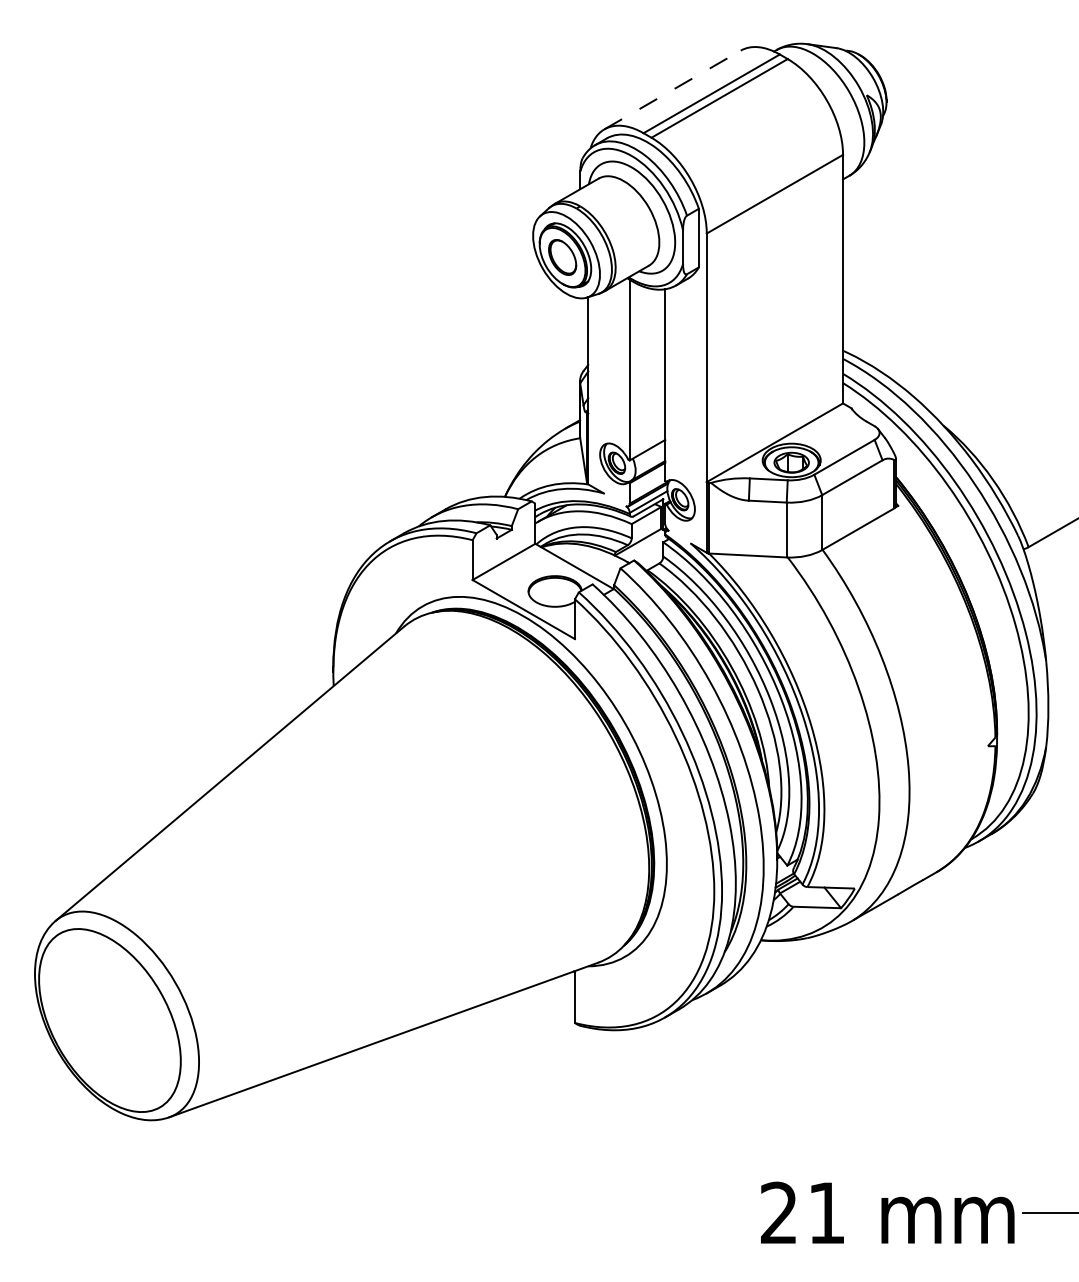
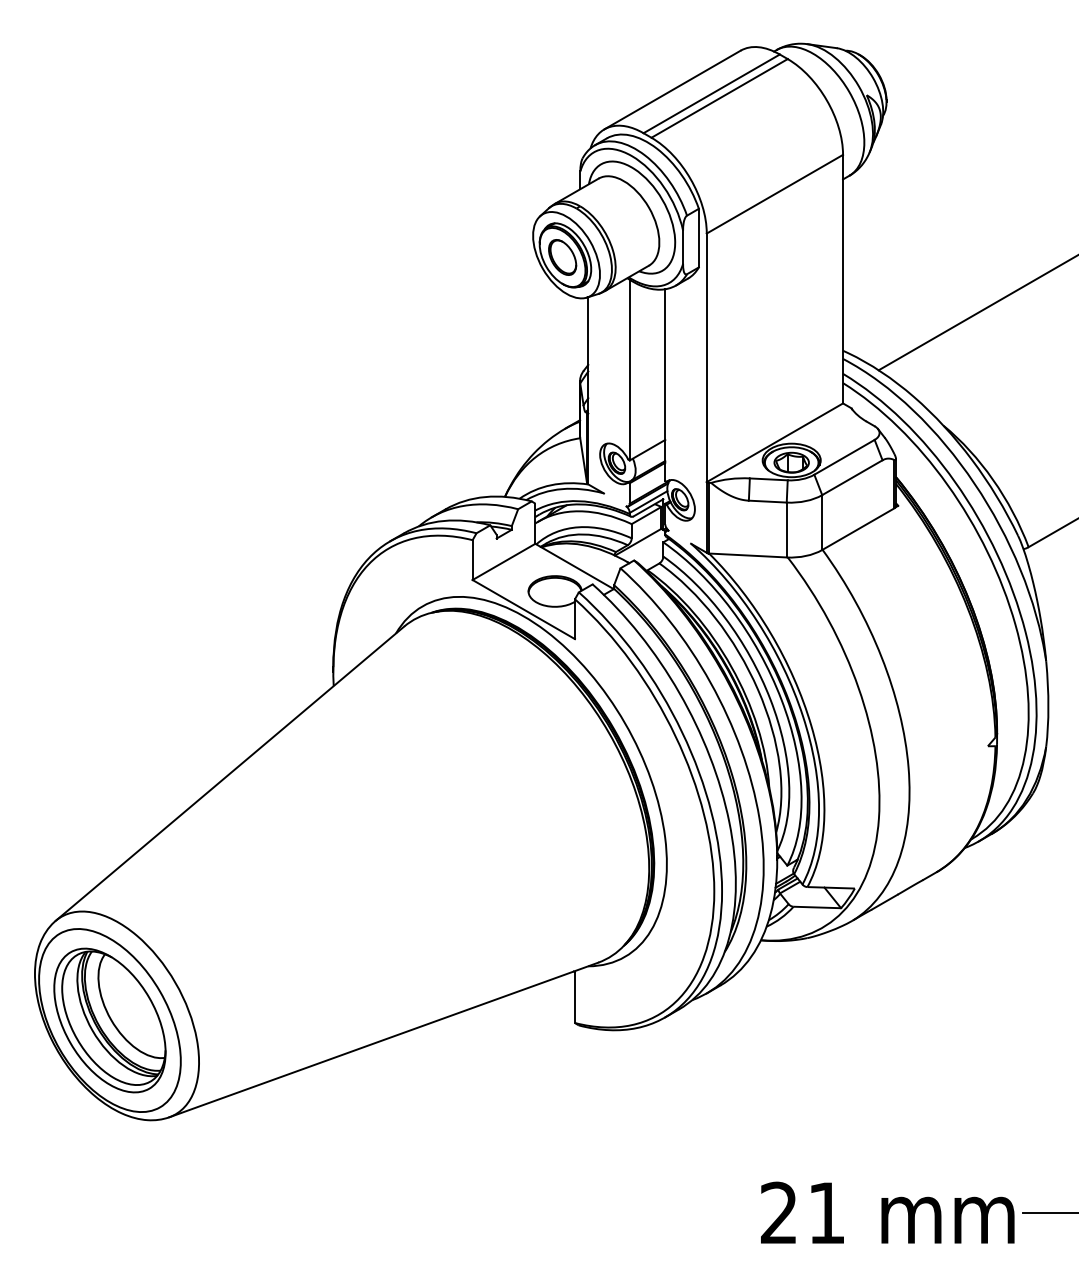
line at (672, 90): dashed -> solid
line at (976, 313): none -> present
part at (109, 1020): none -> present
